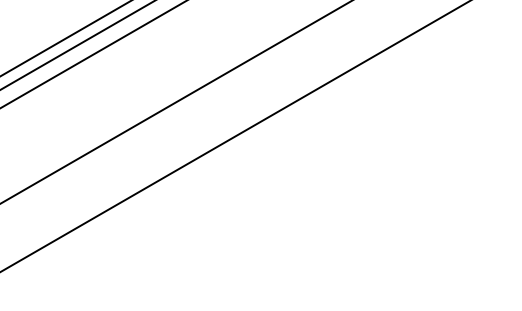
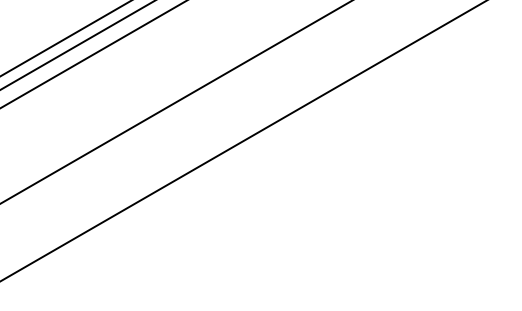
line at (234, 136) position: (234, 136) -> (242, 141)
